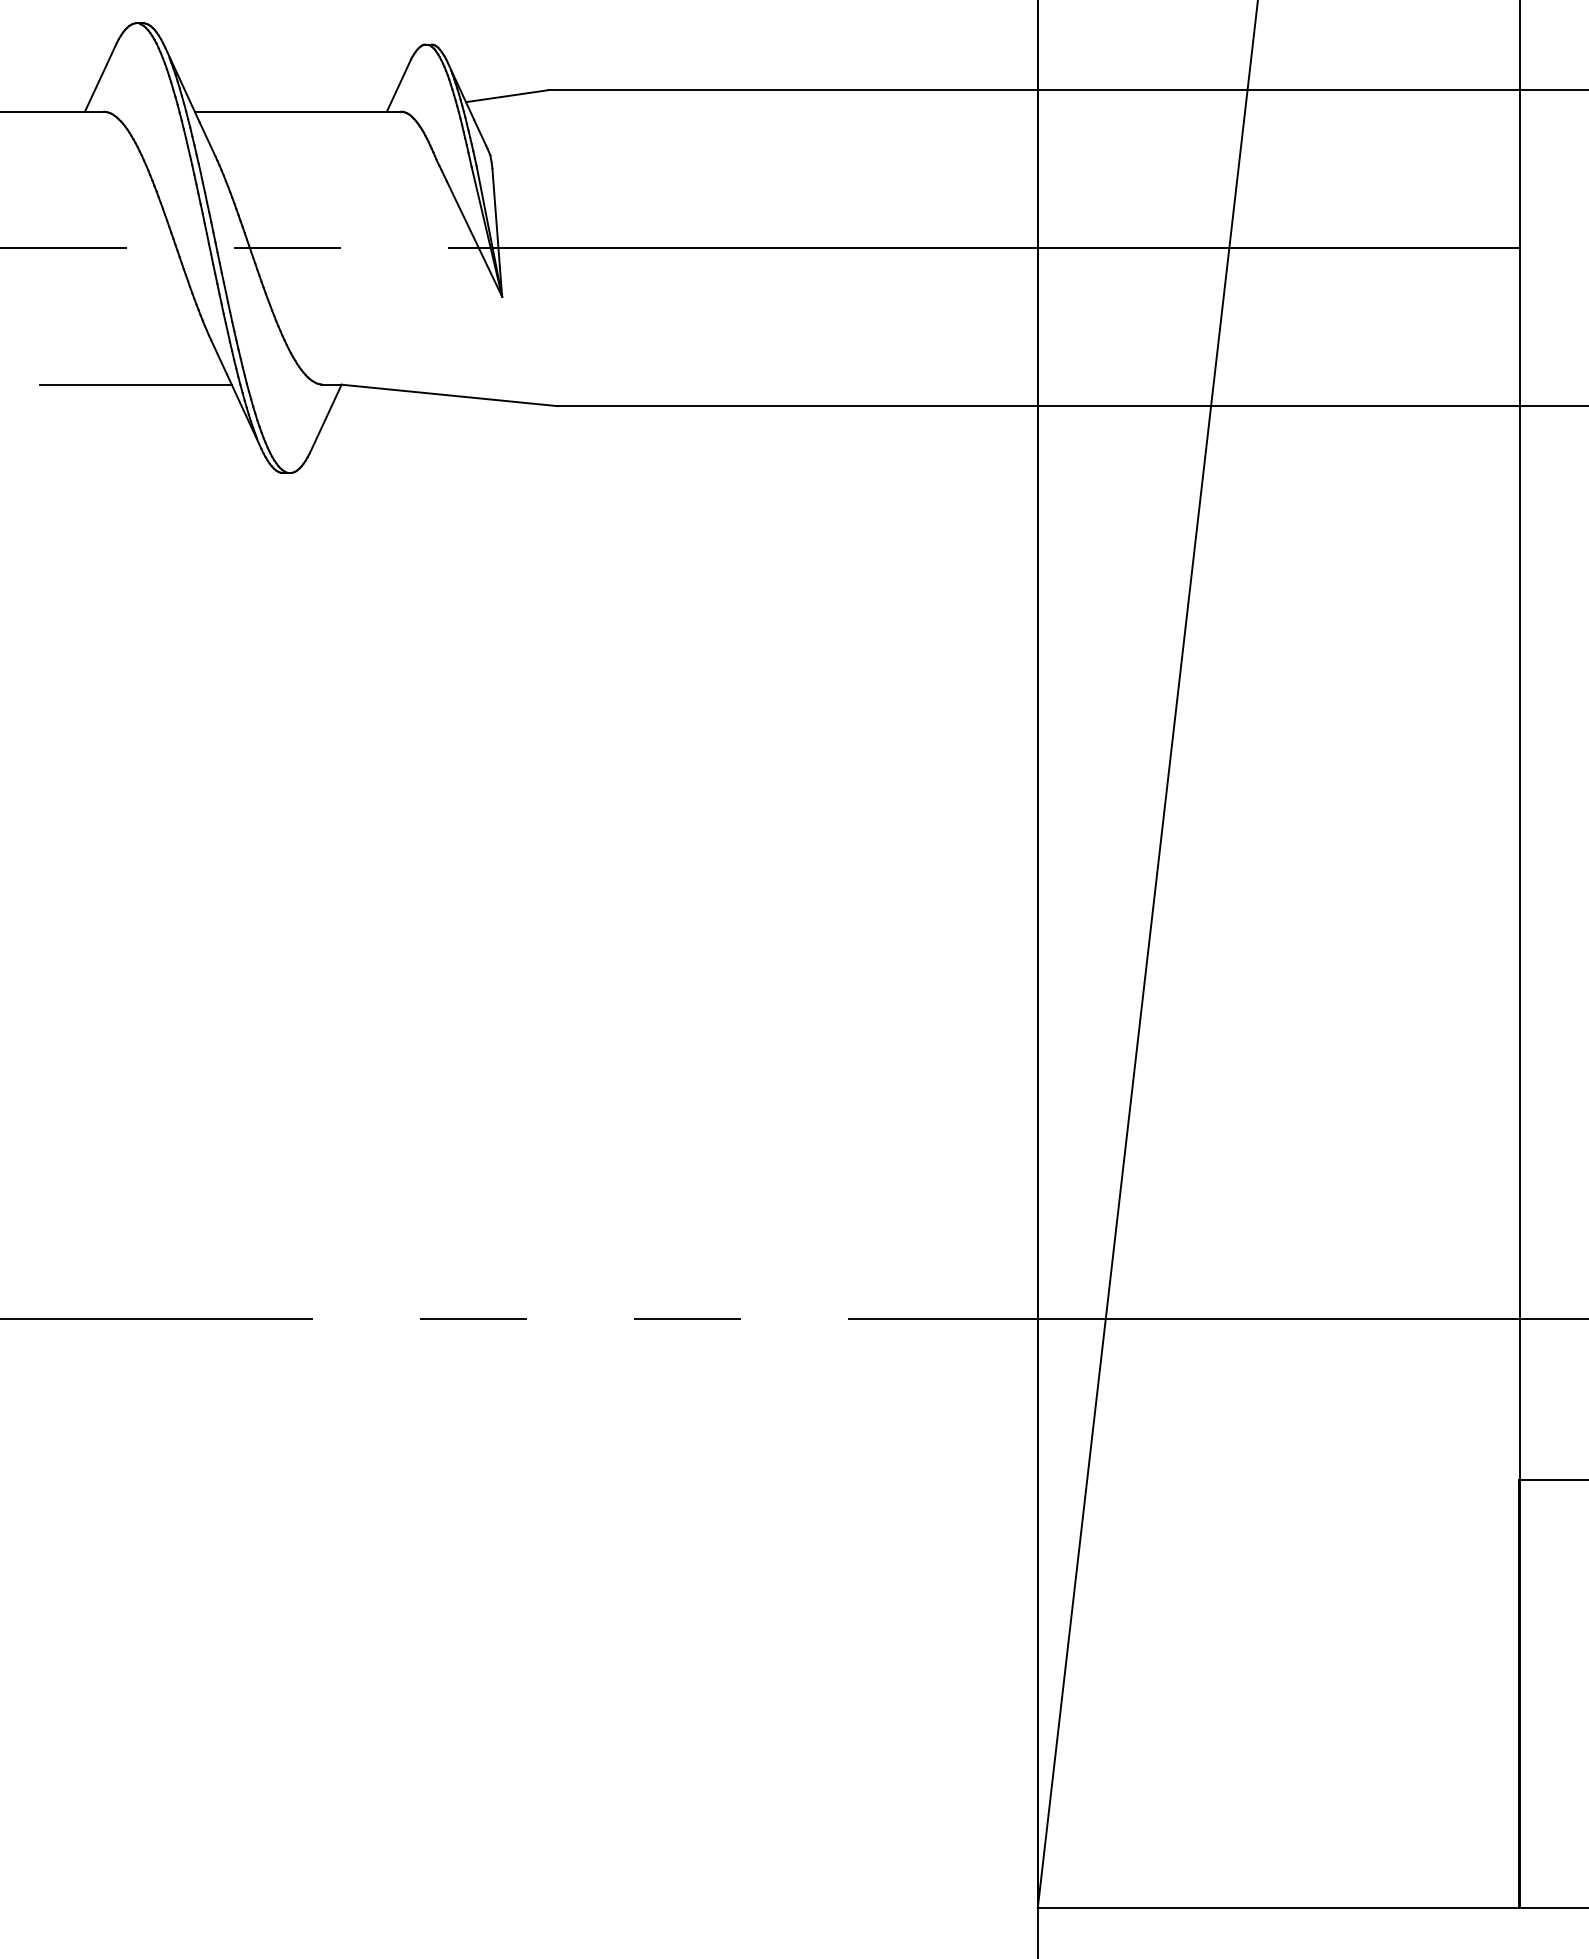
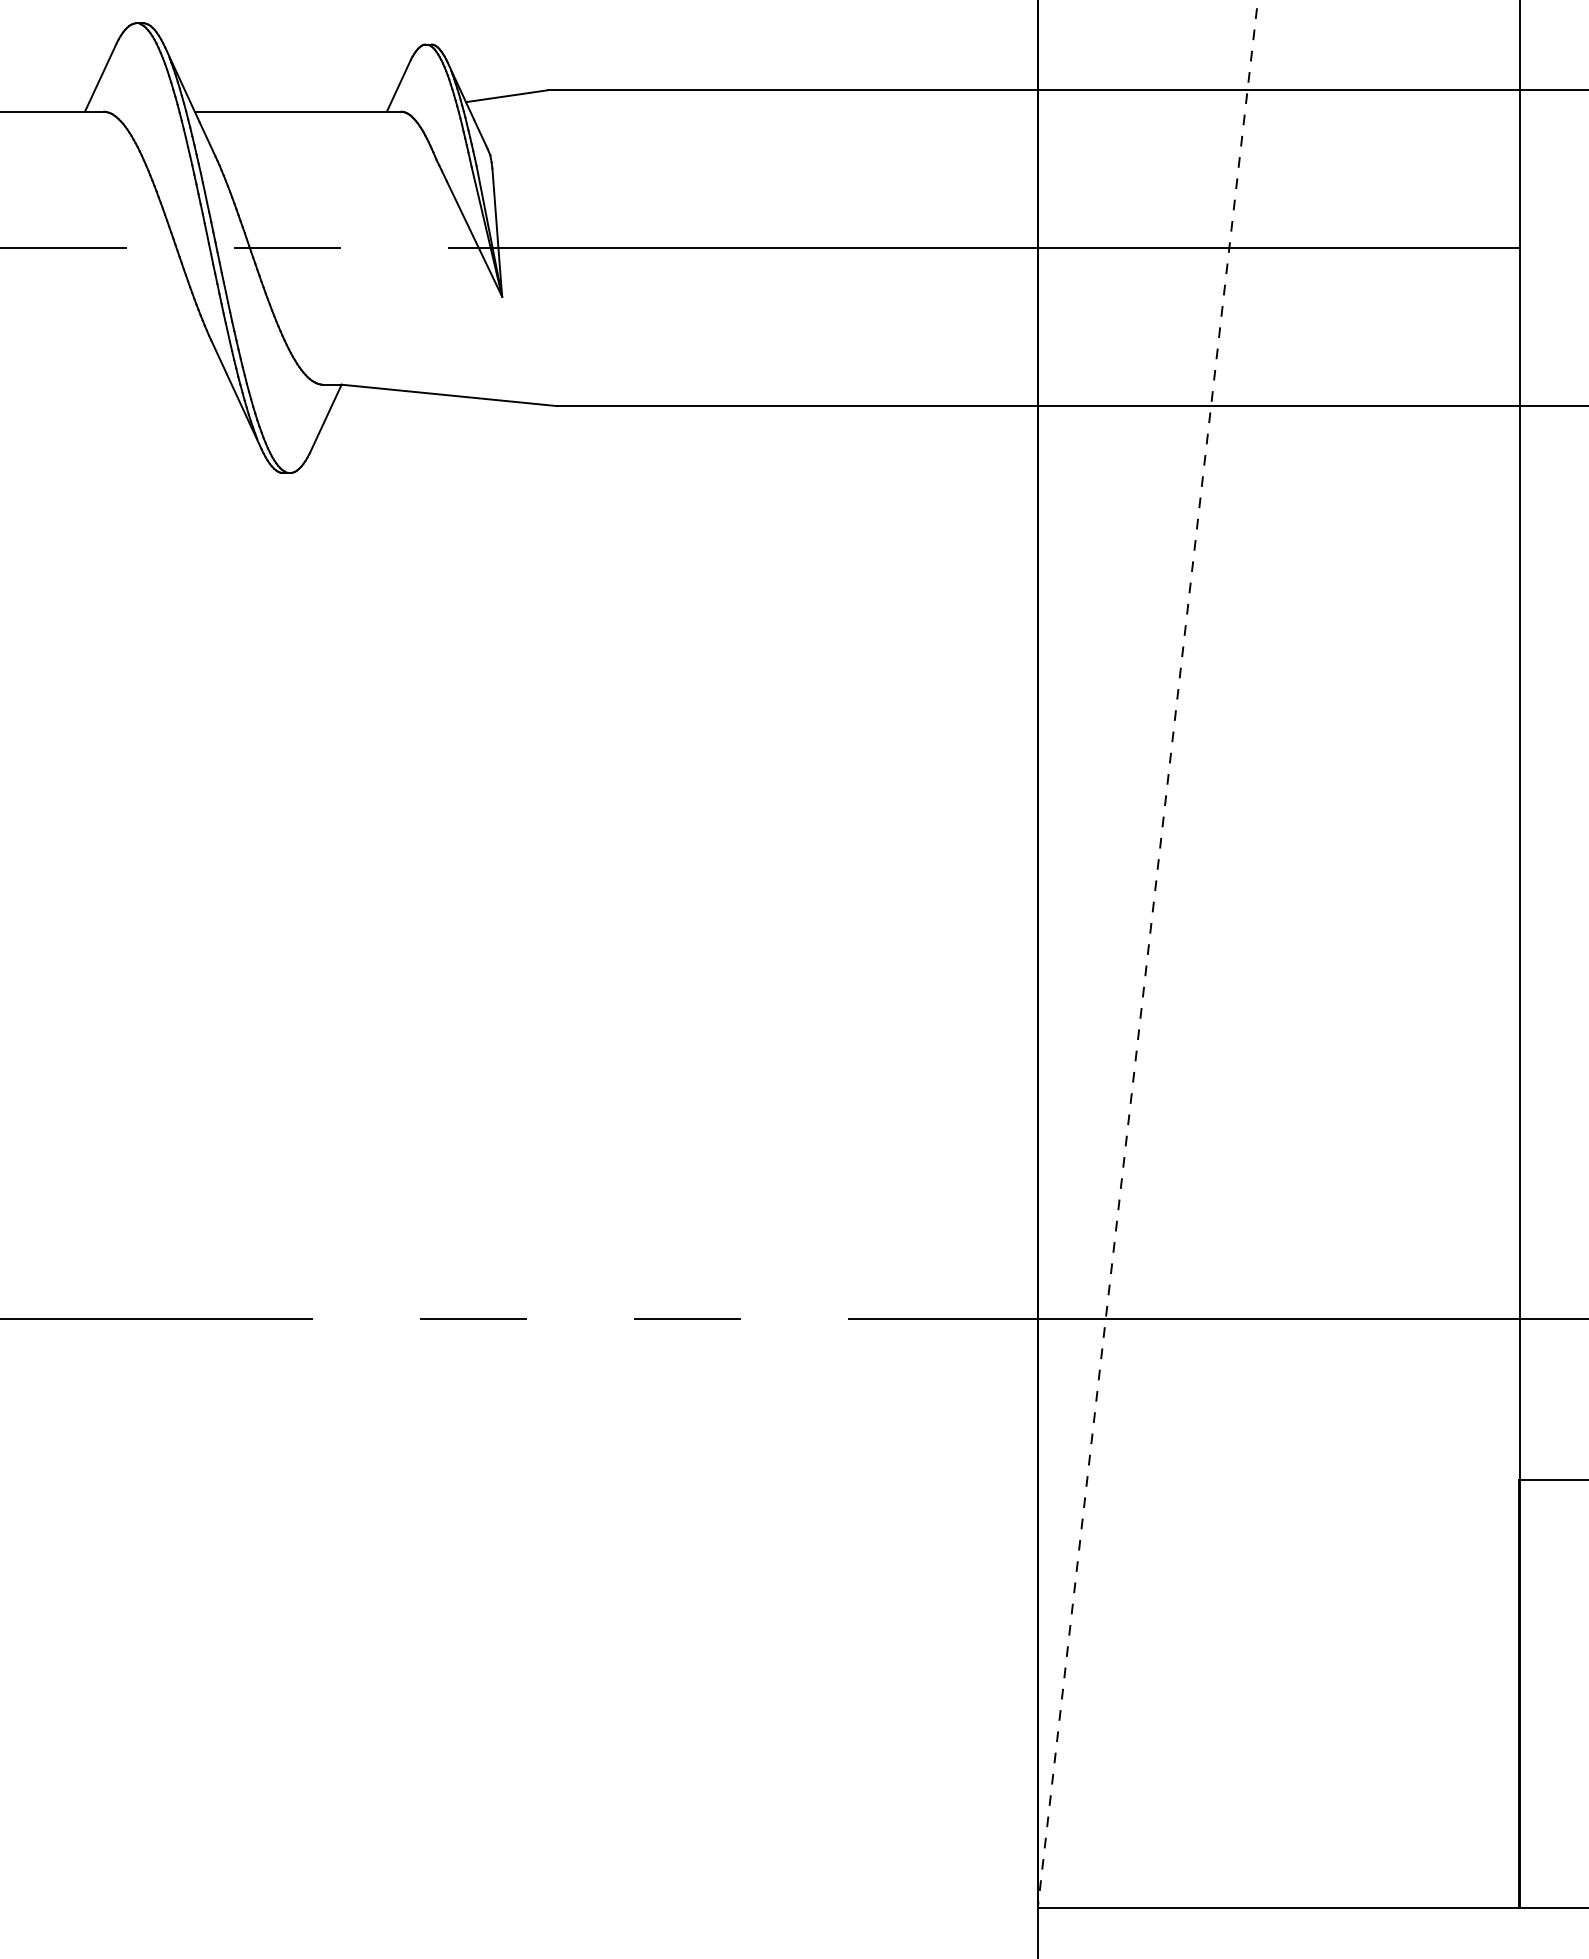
line at (135, 384): present -> none
line at (1147, 954): solid -> dashed
